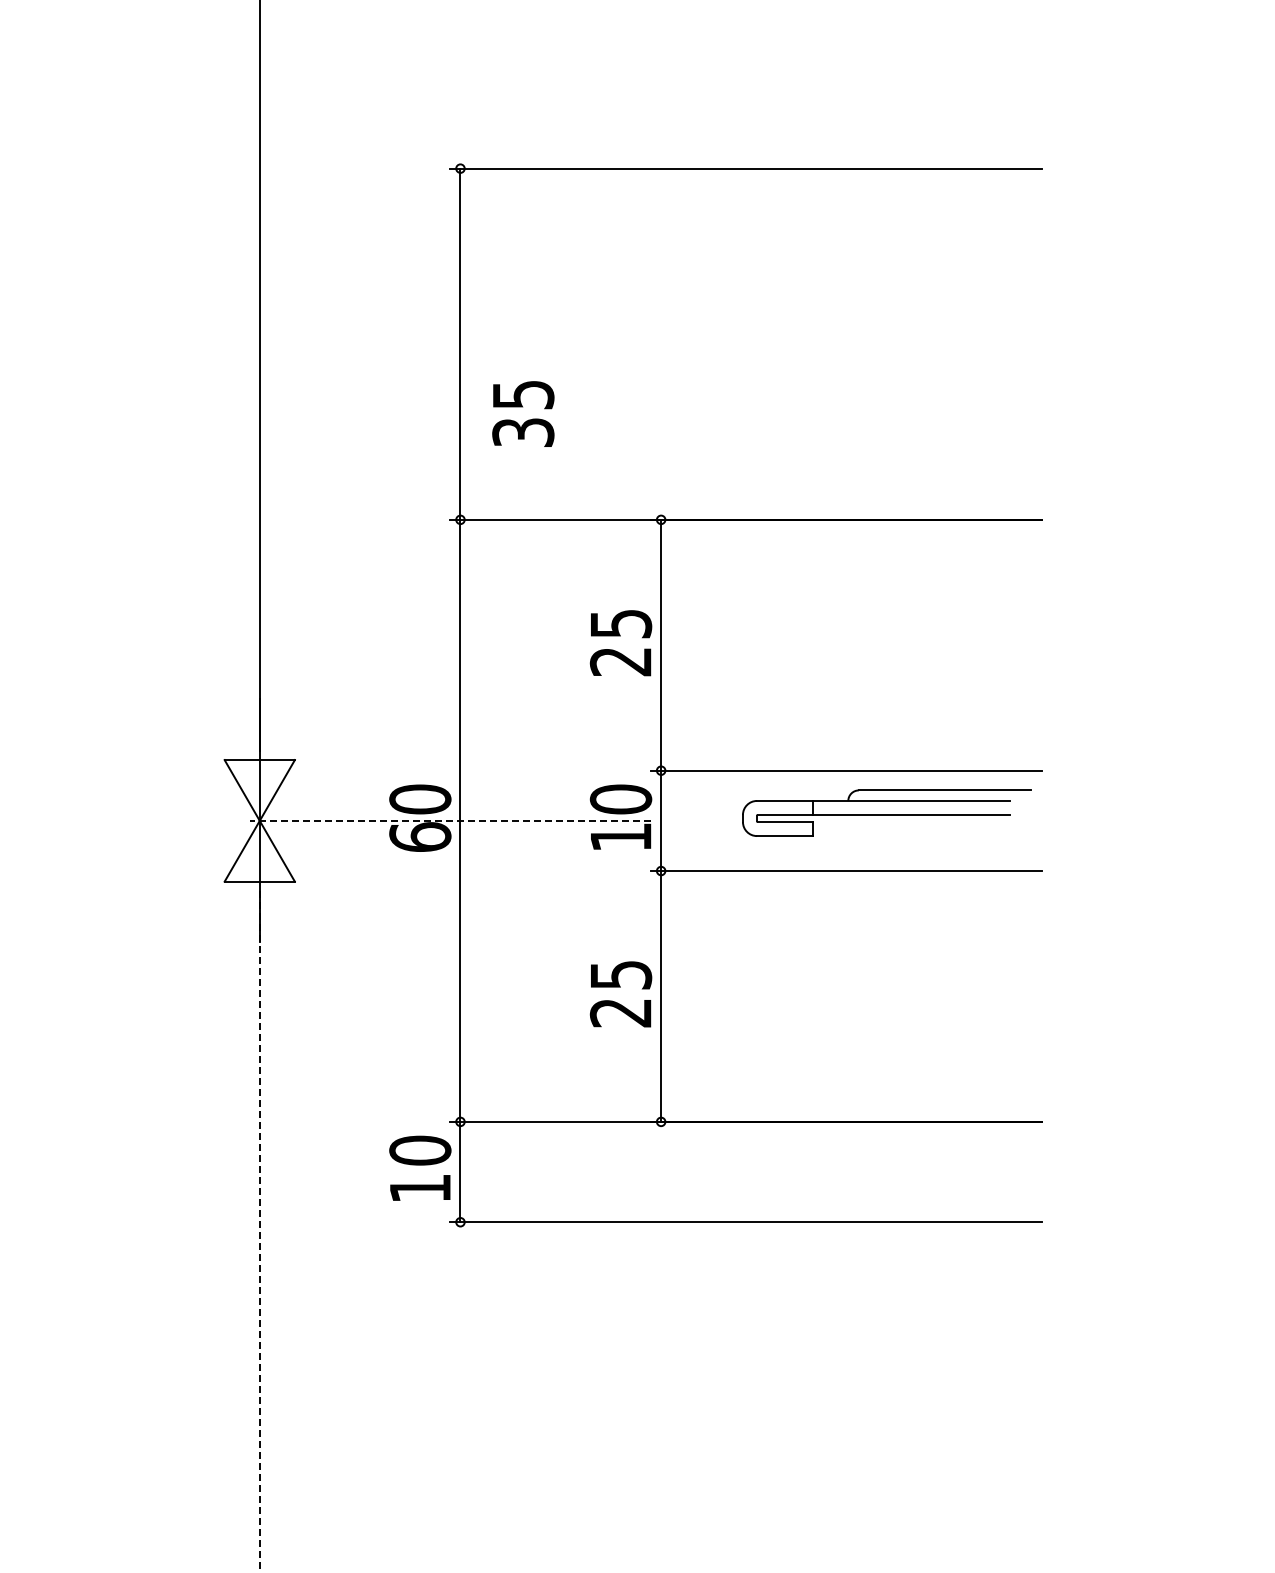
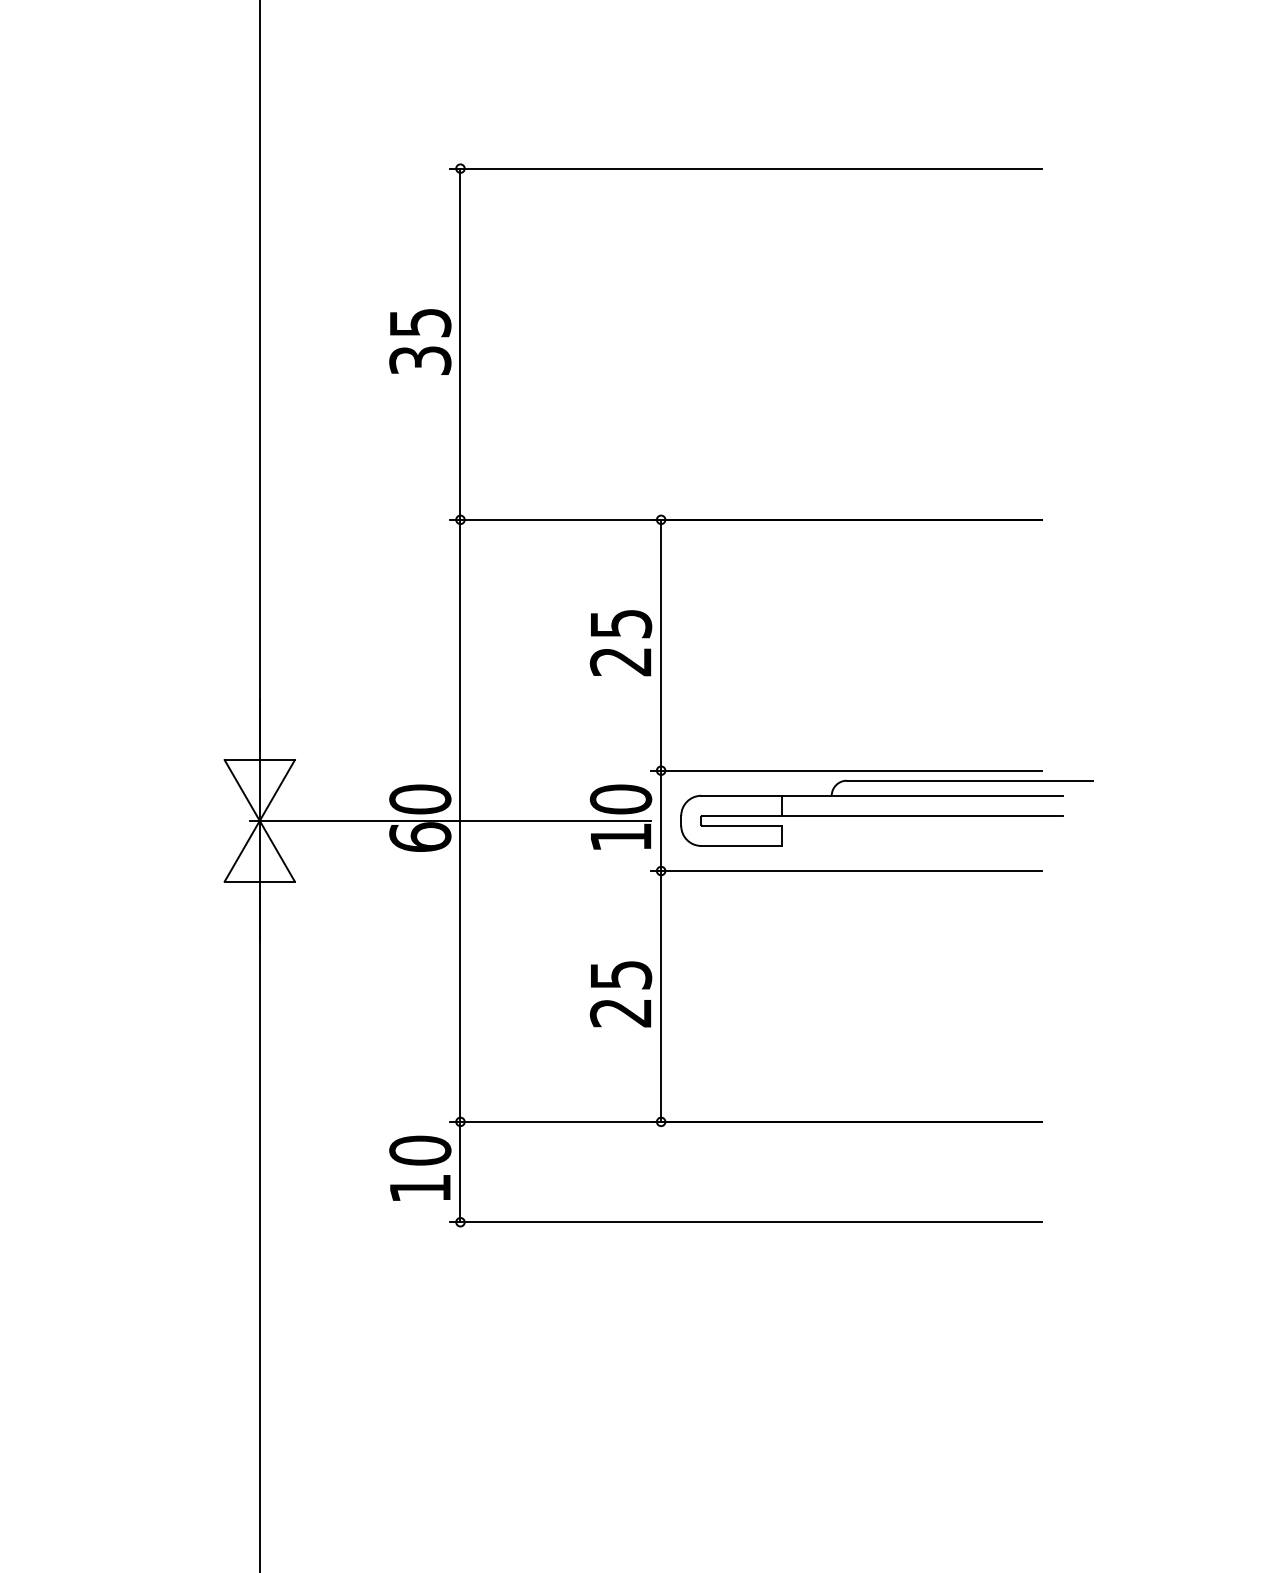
text at (523, 413) position: (523, 413) -> (420, 341)
part at (886, 812) size: 290x48 px -> 414x68 px
line at (450, 820): dashed -> solid
line at (259, 1232): dashed -> solid
